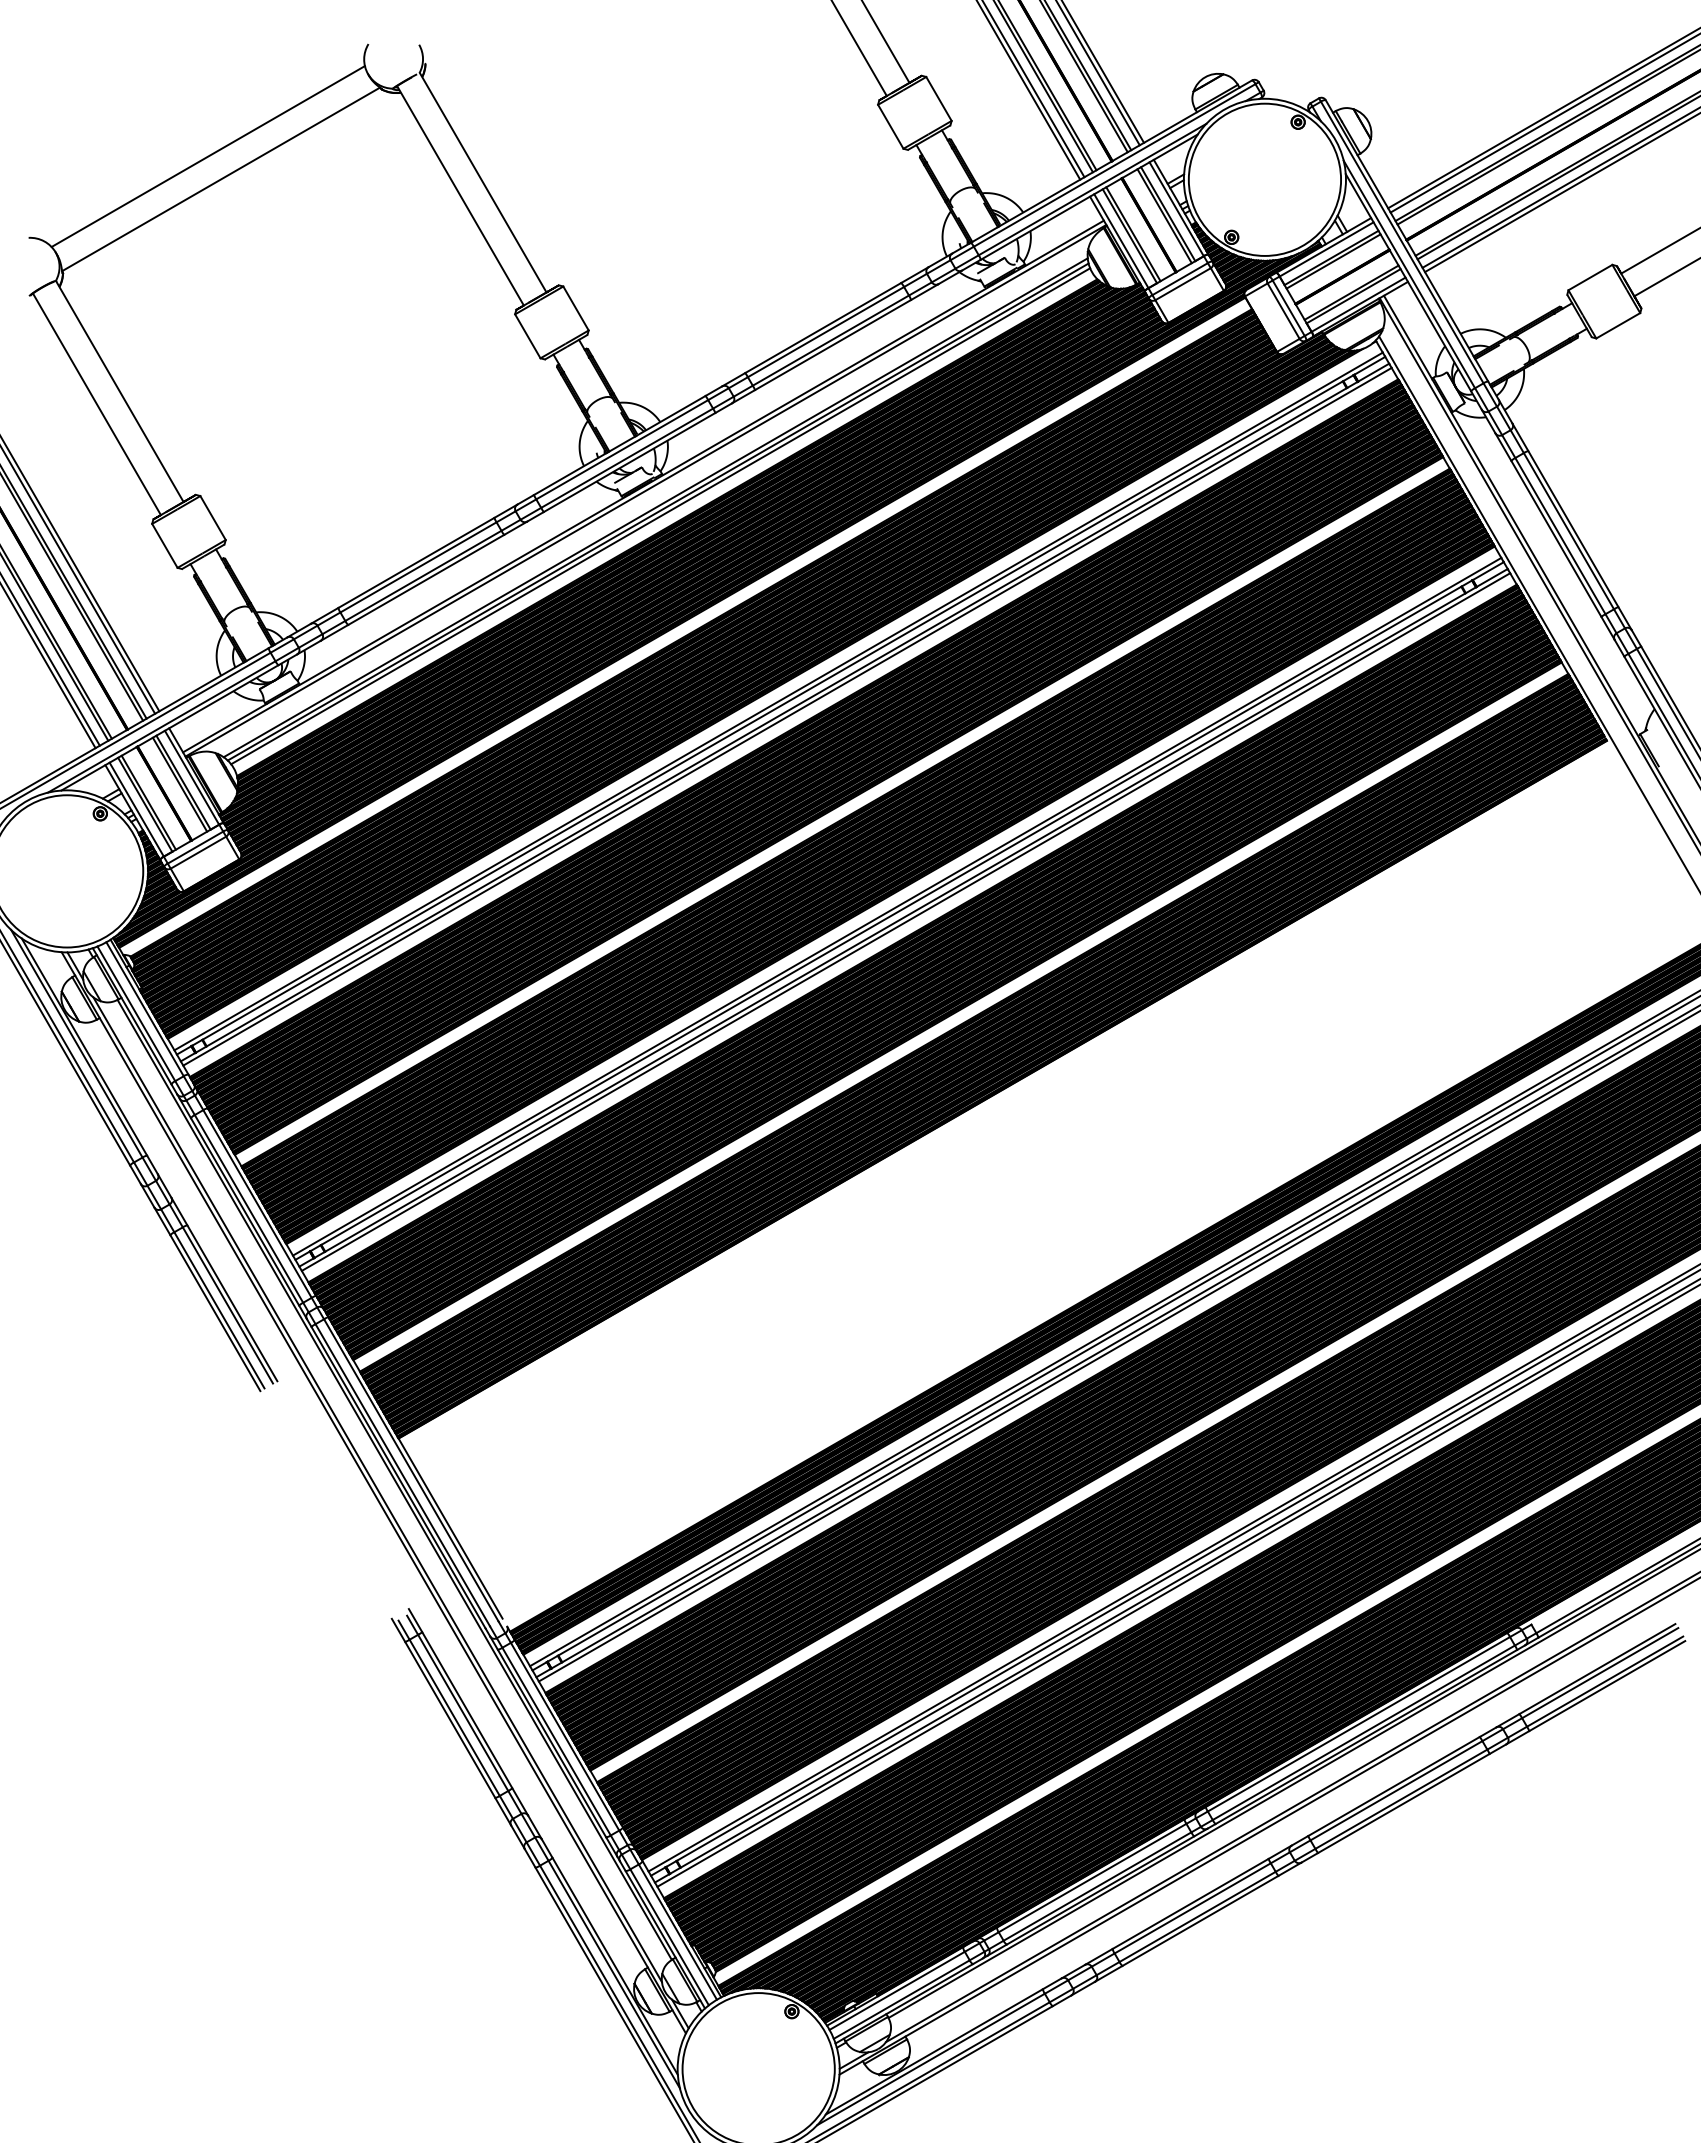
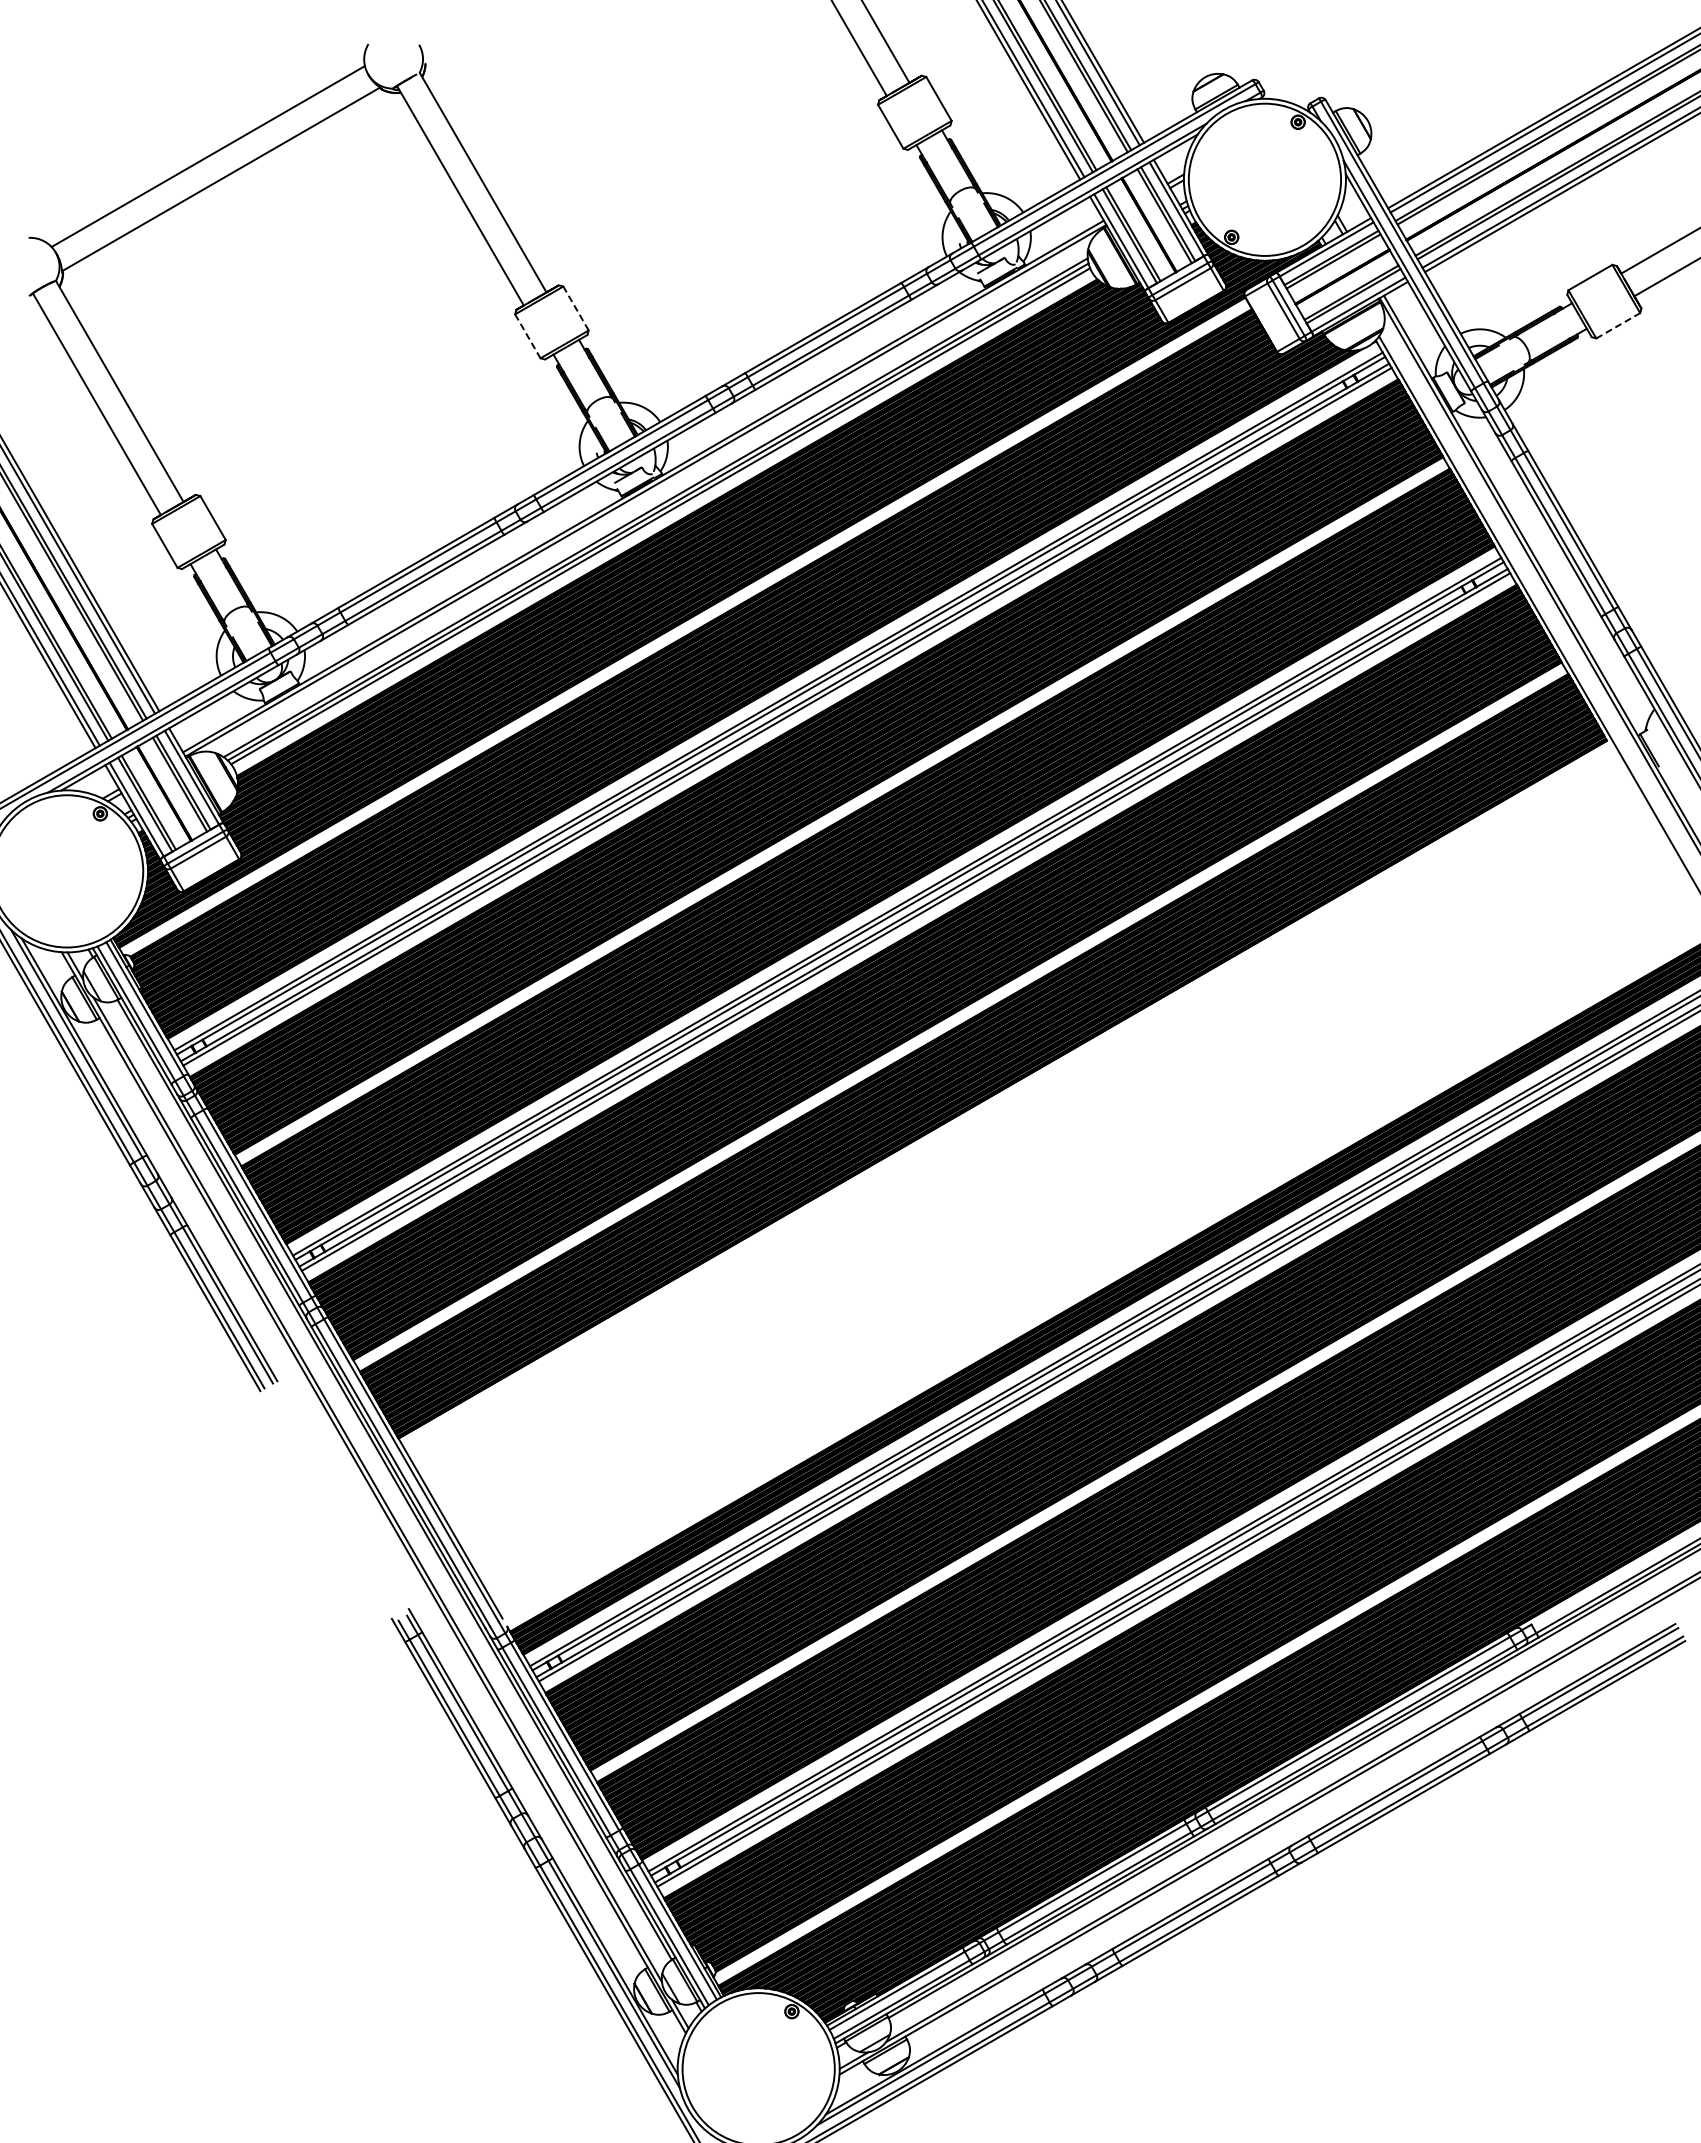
line at (575, 308): solid -> dashed
line at (1618, 325): solid -> dashed
line at (528, 336): solid -> dashed
